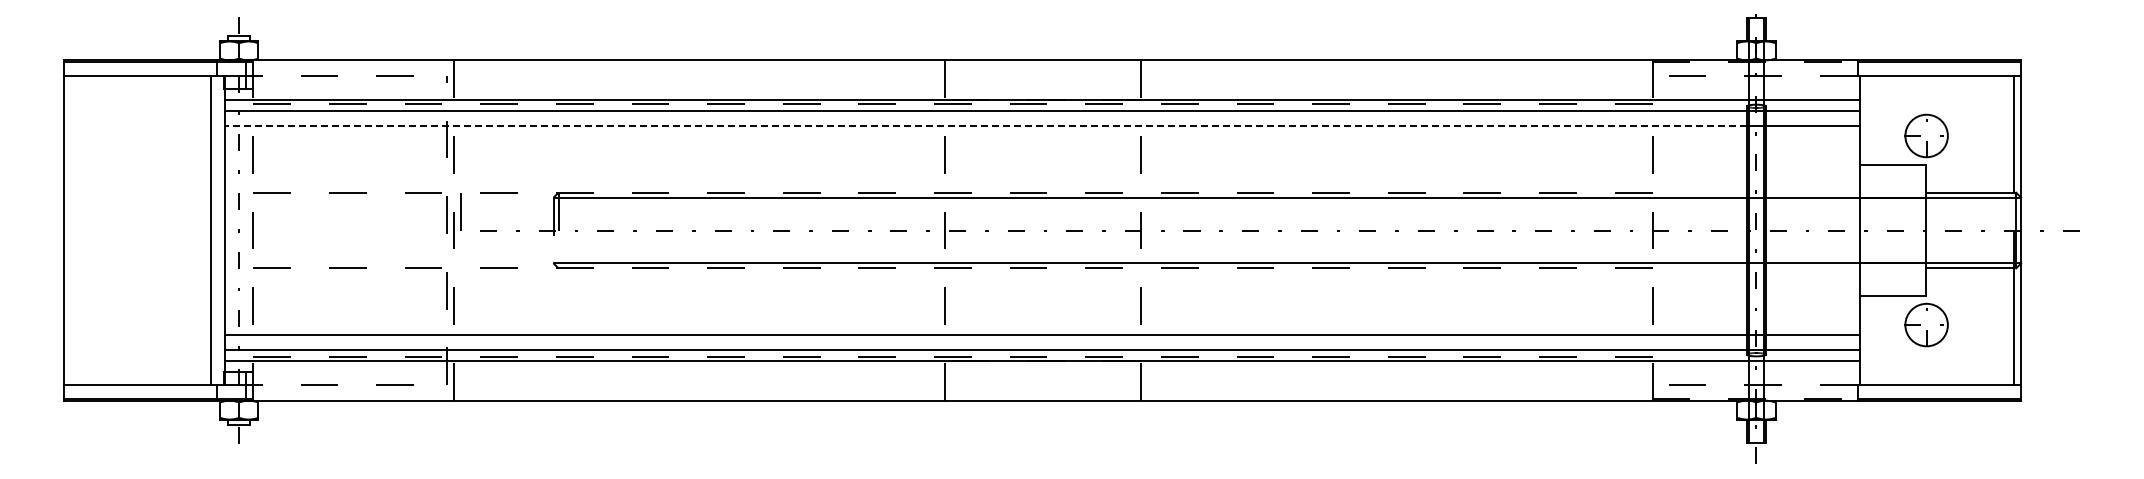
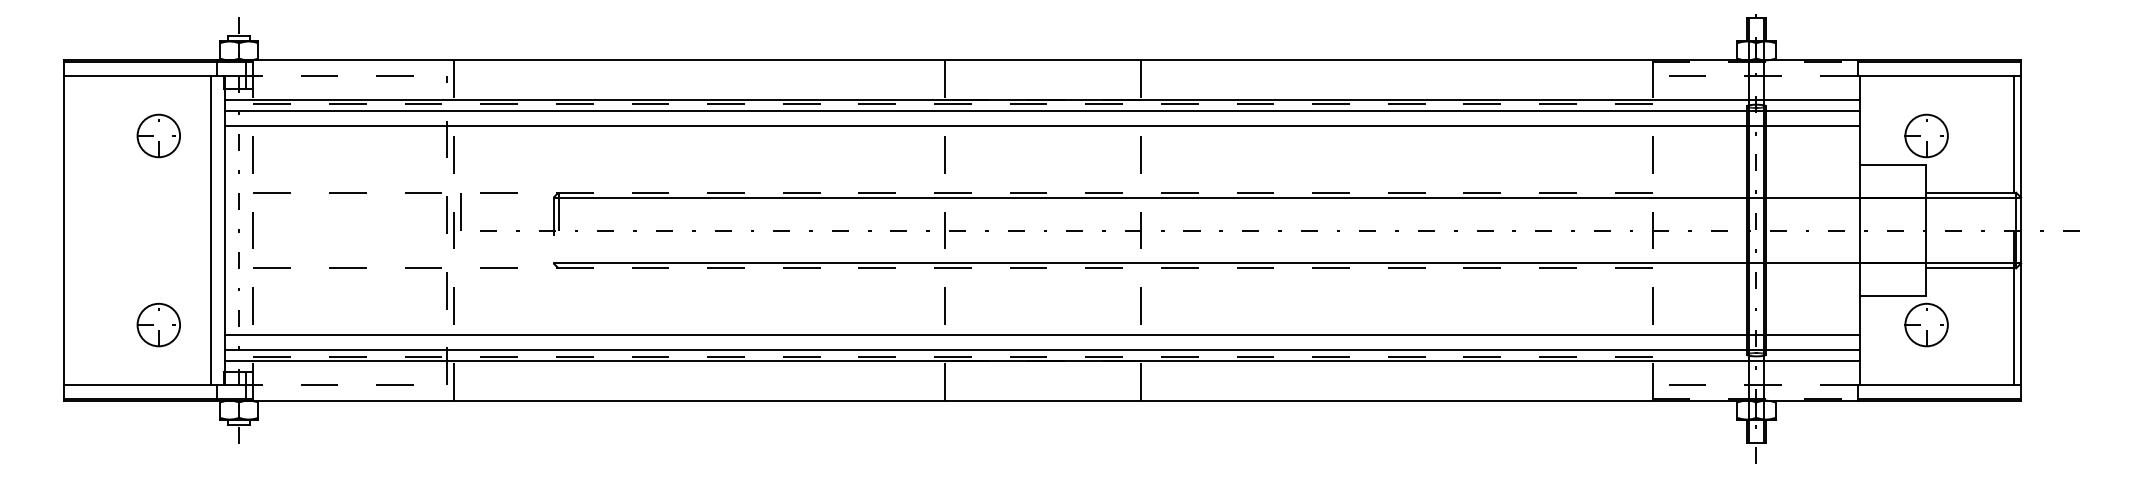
line at (985, 125): dashed -> solid
part at (158, 135): none -> present
part at (158, 324): none -> present
